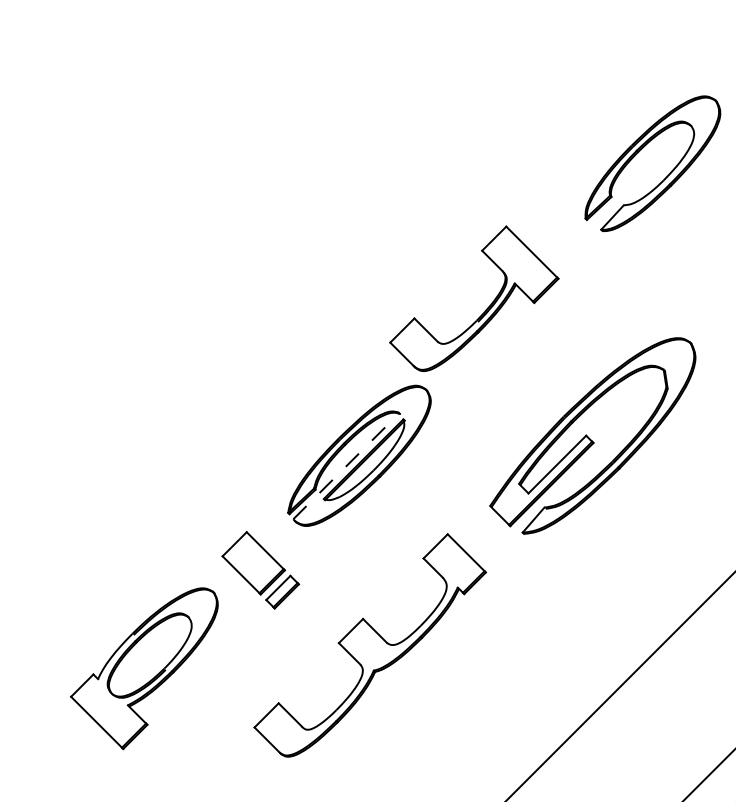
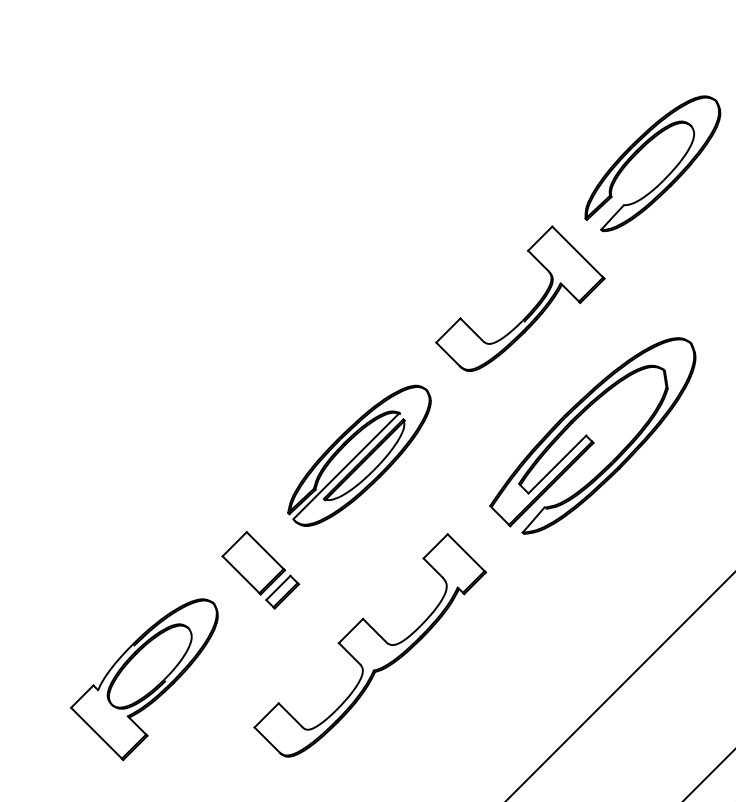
part at (485, 309) position: (485, 309) -> (531, 309)
line at (346, 465): dashed -> solid
part at (144, 668) position: (144, 668) -> (144, 679)
